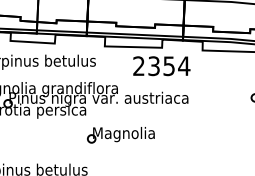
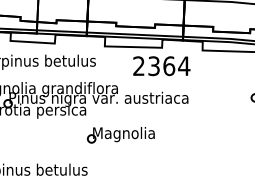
text at (169, 66): 2354 -> 2364
